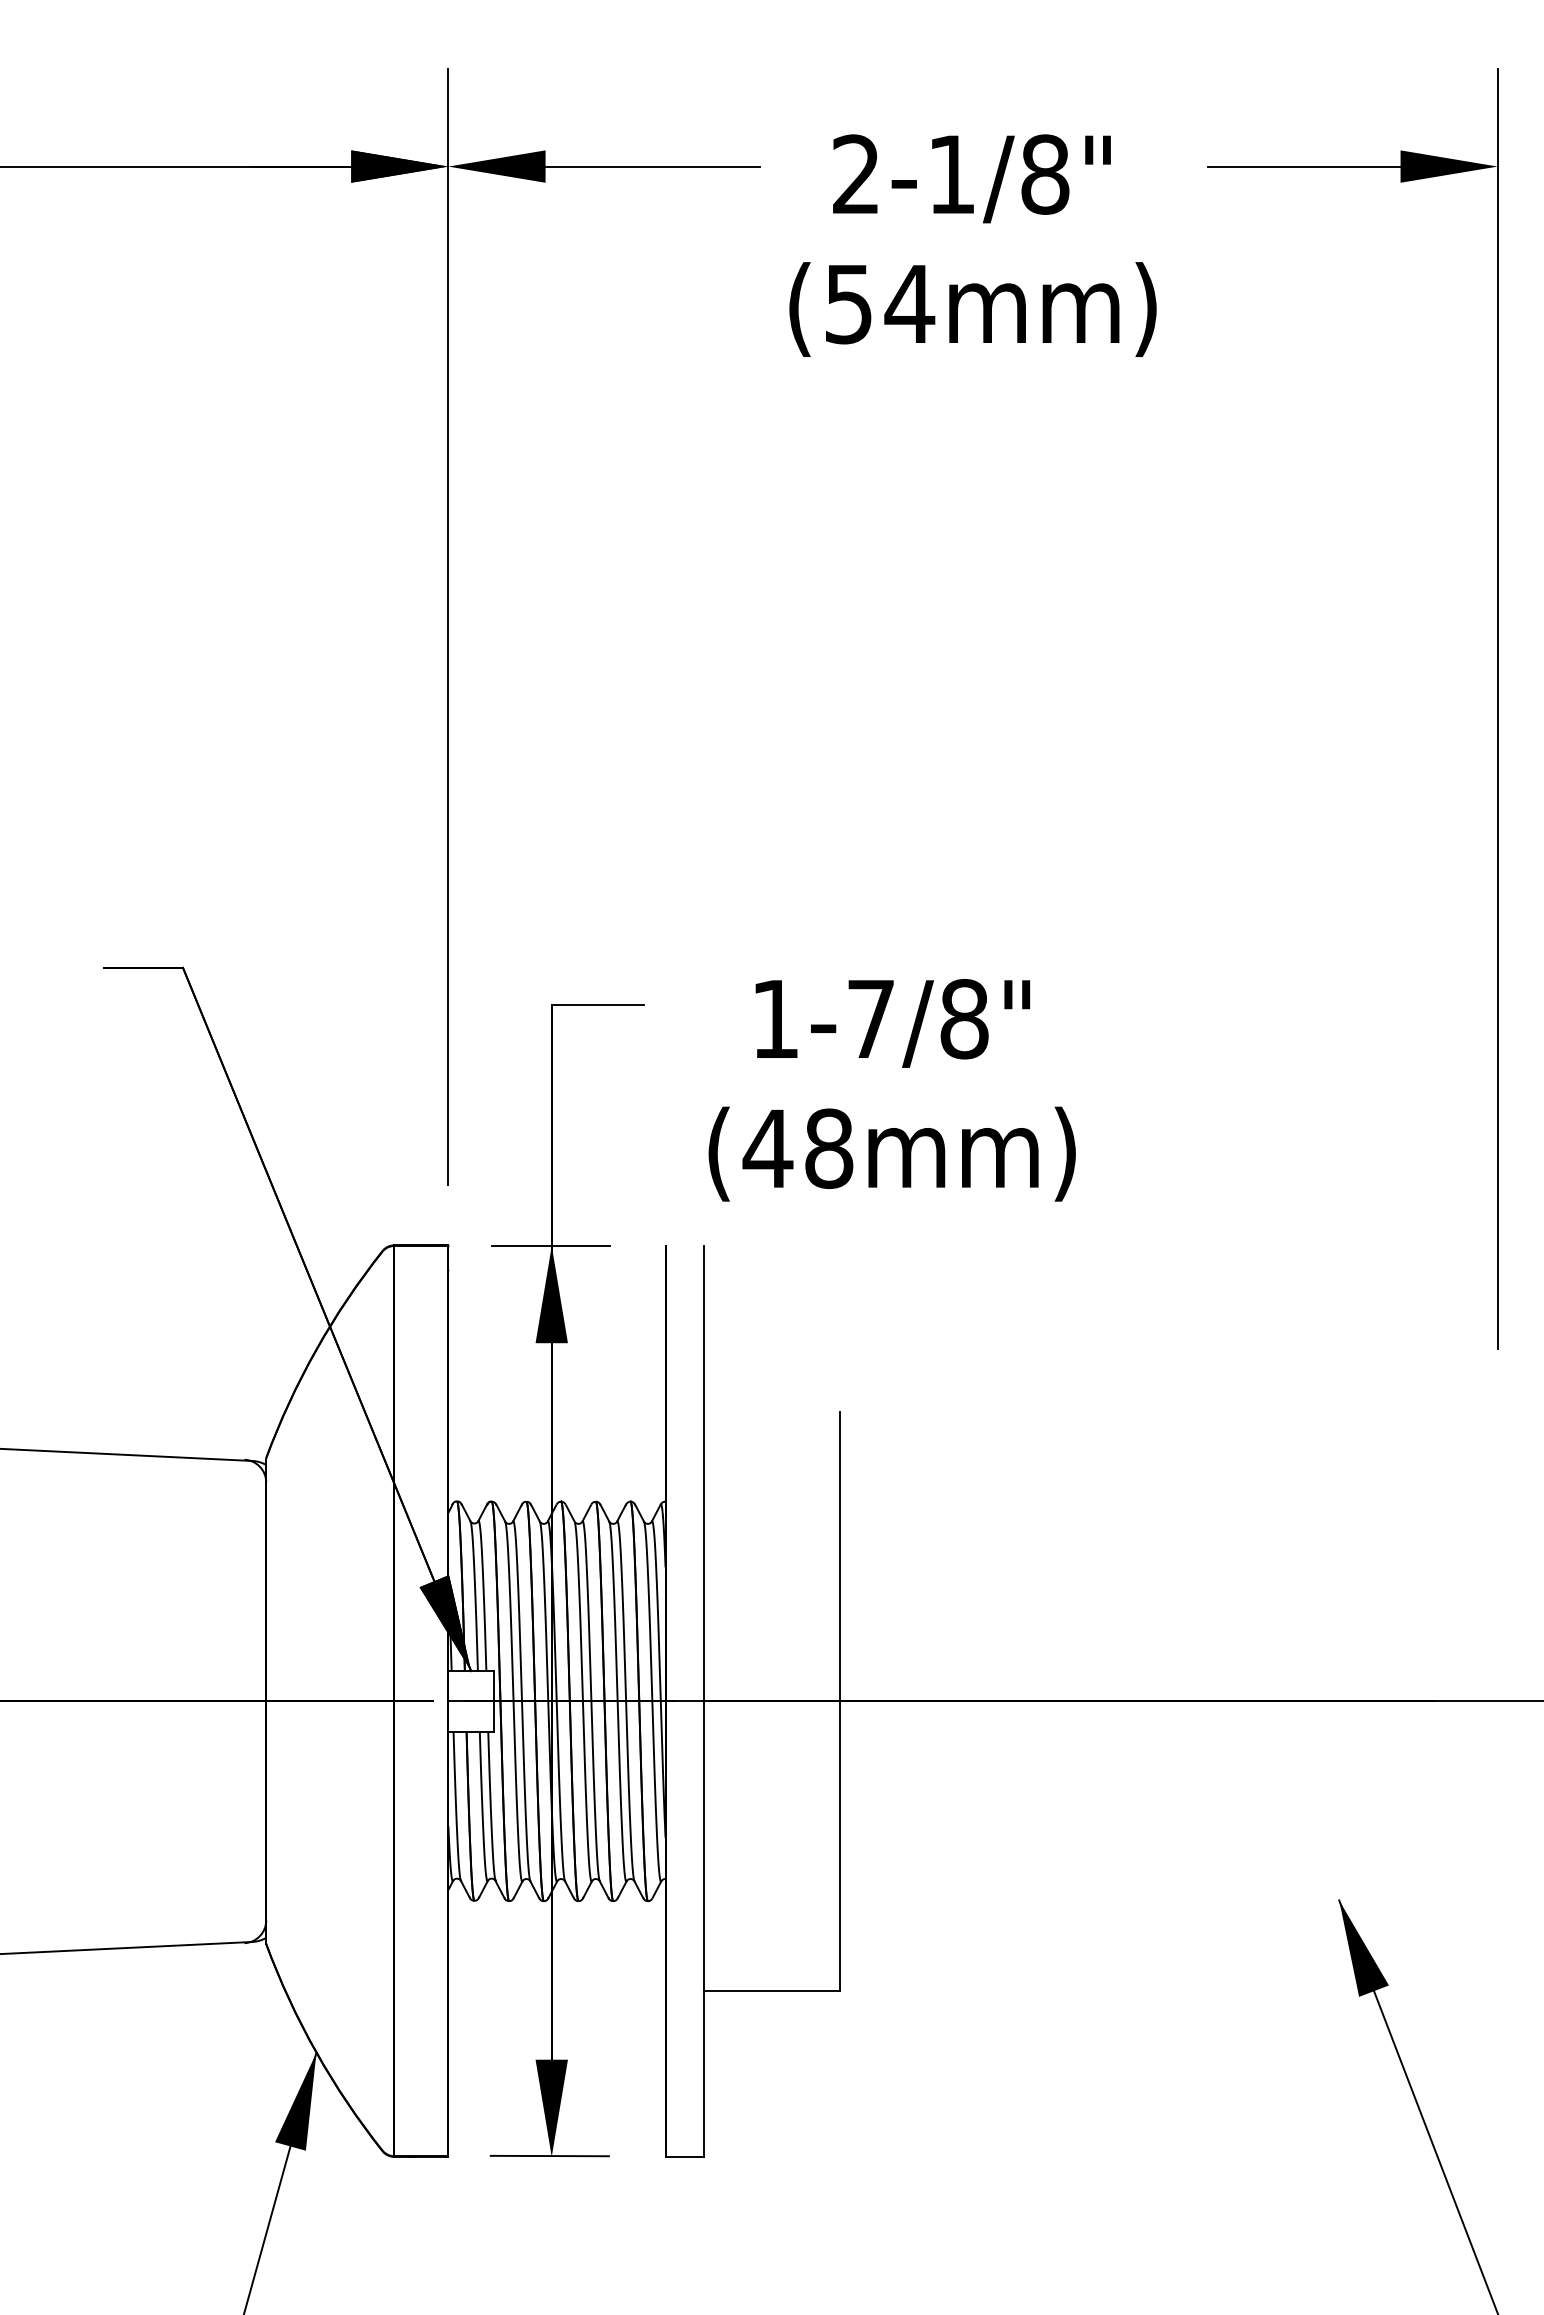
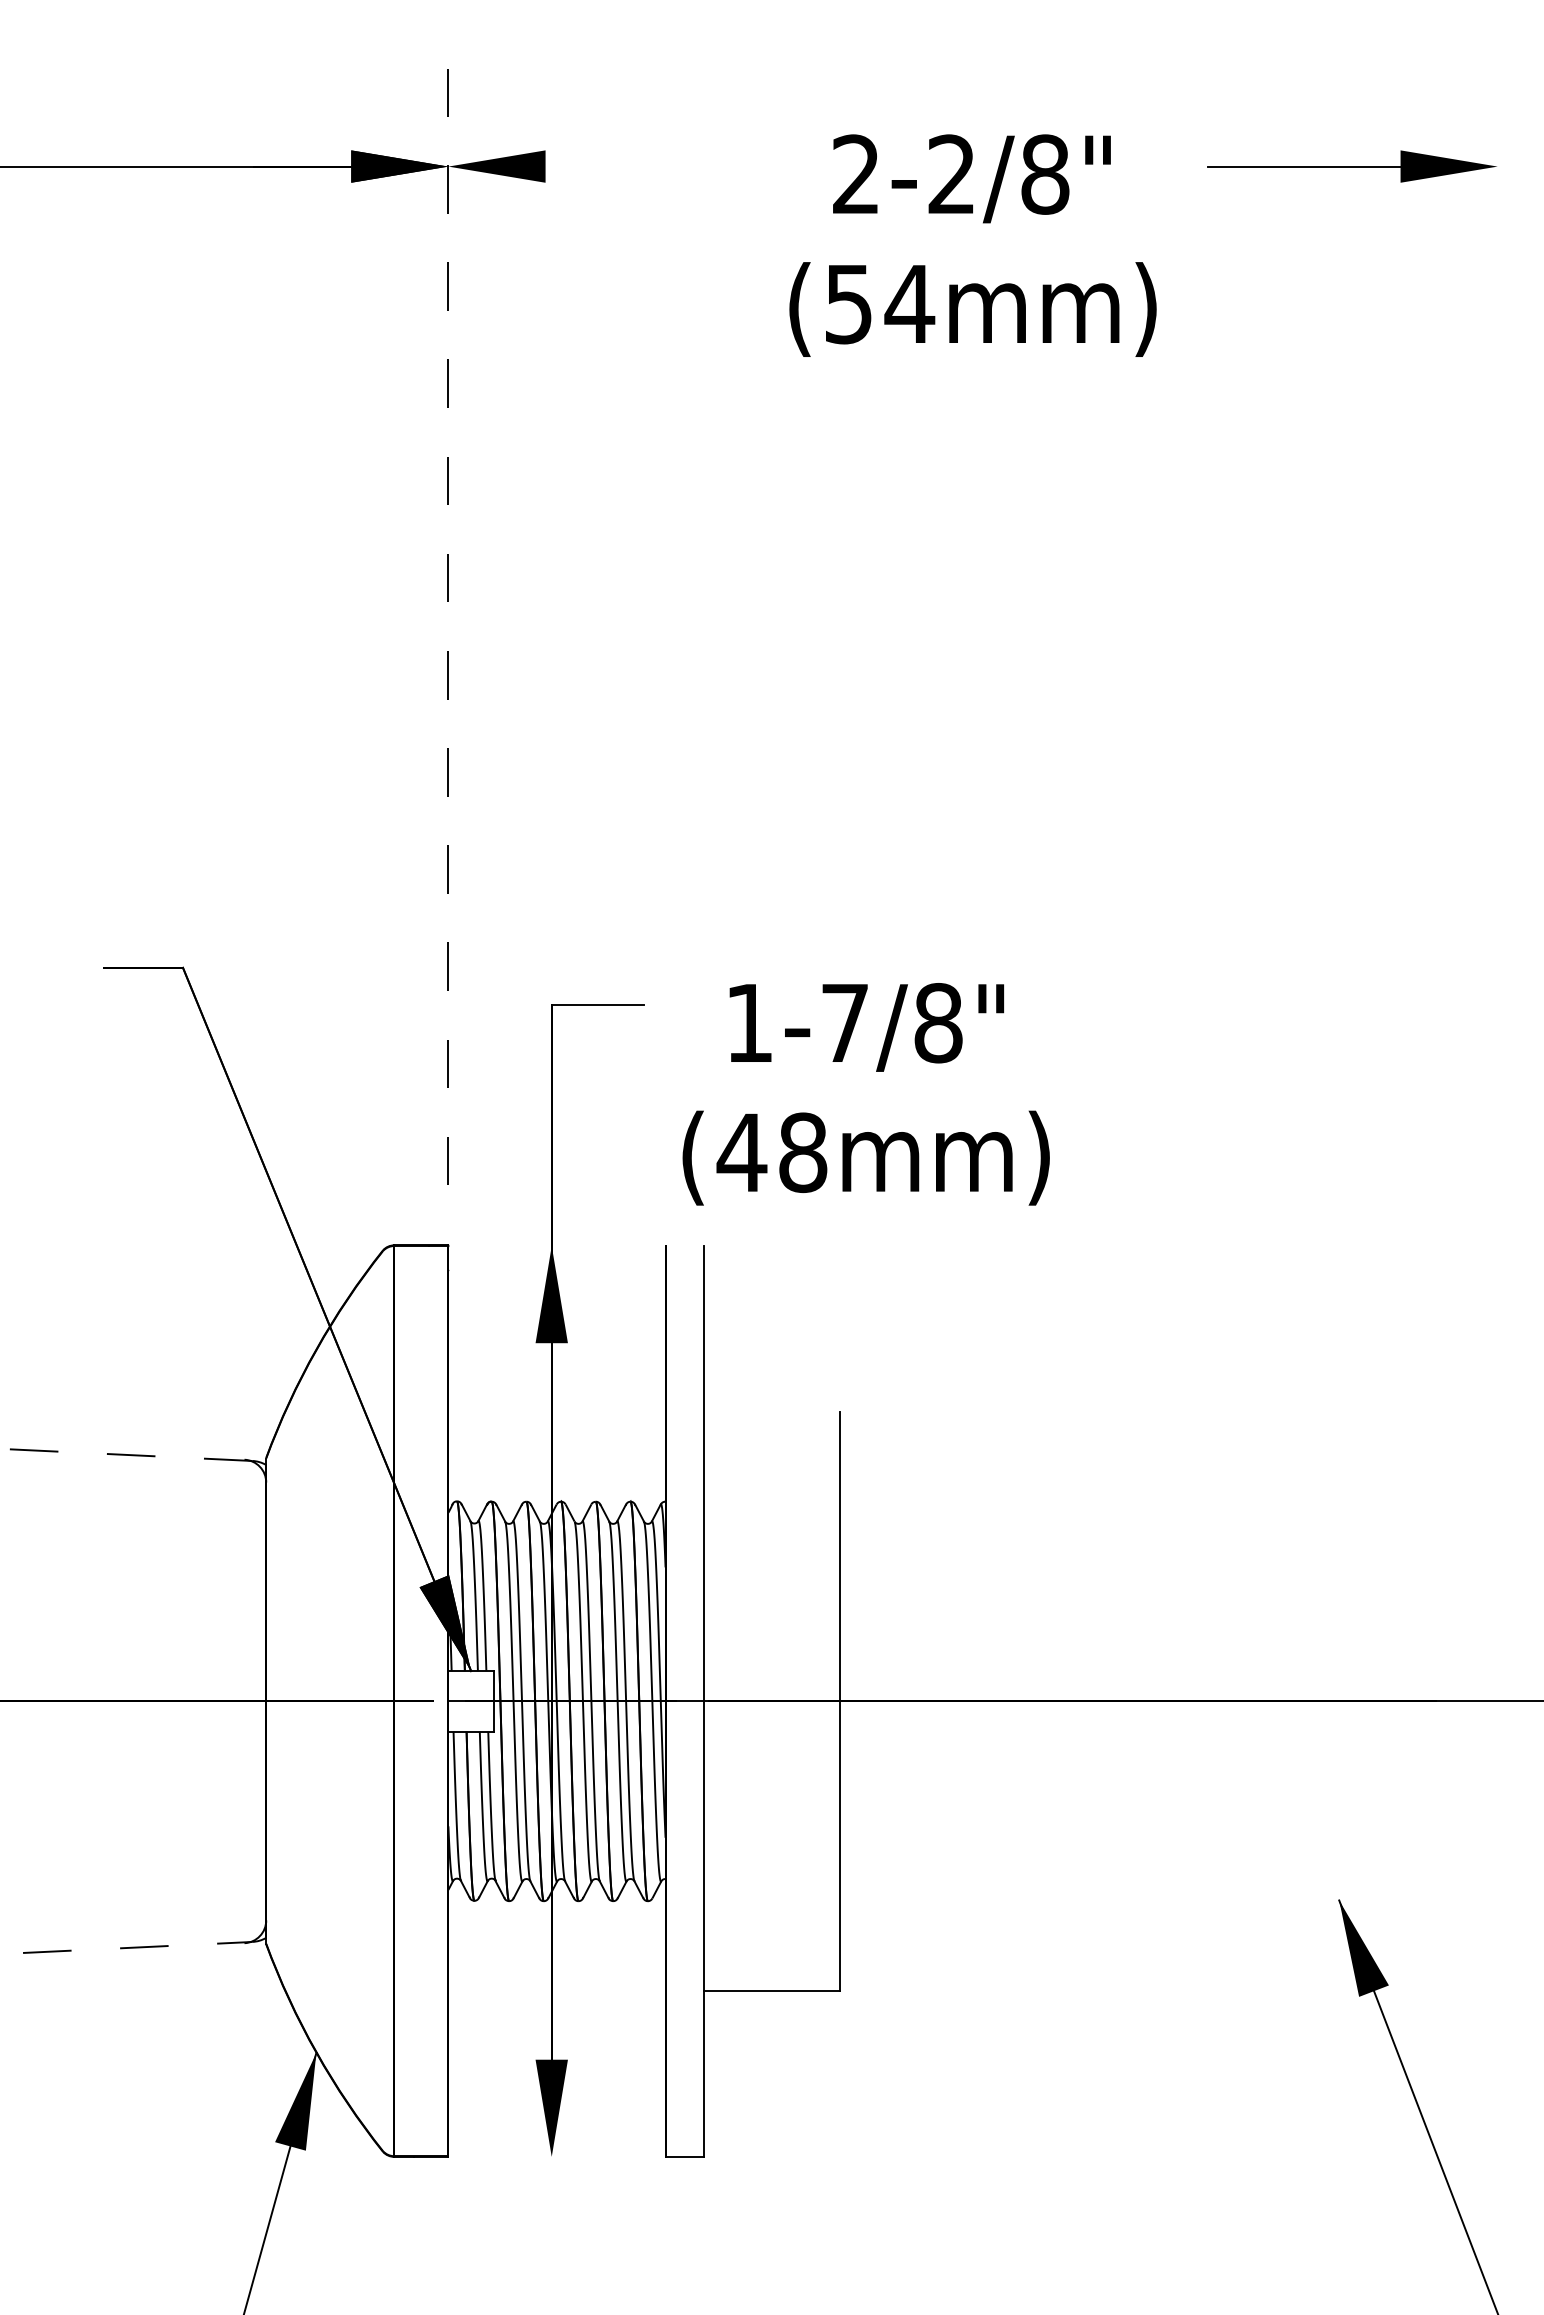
line at (652, 166): present -> none
text at (950, 173): 2-1/8" -> 2-2/8"
line at (448, 627): solid -> dashed
line at (1497, 709): present -> none
text at (891, 1090) position: (891, 1090) -> (865, 1094)
line at (551, 1246): present -> none
line at (126, 1454): solid -> dashed
line at (126, 1948): solid -> dashed
line at (549, 2155): present -> none
